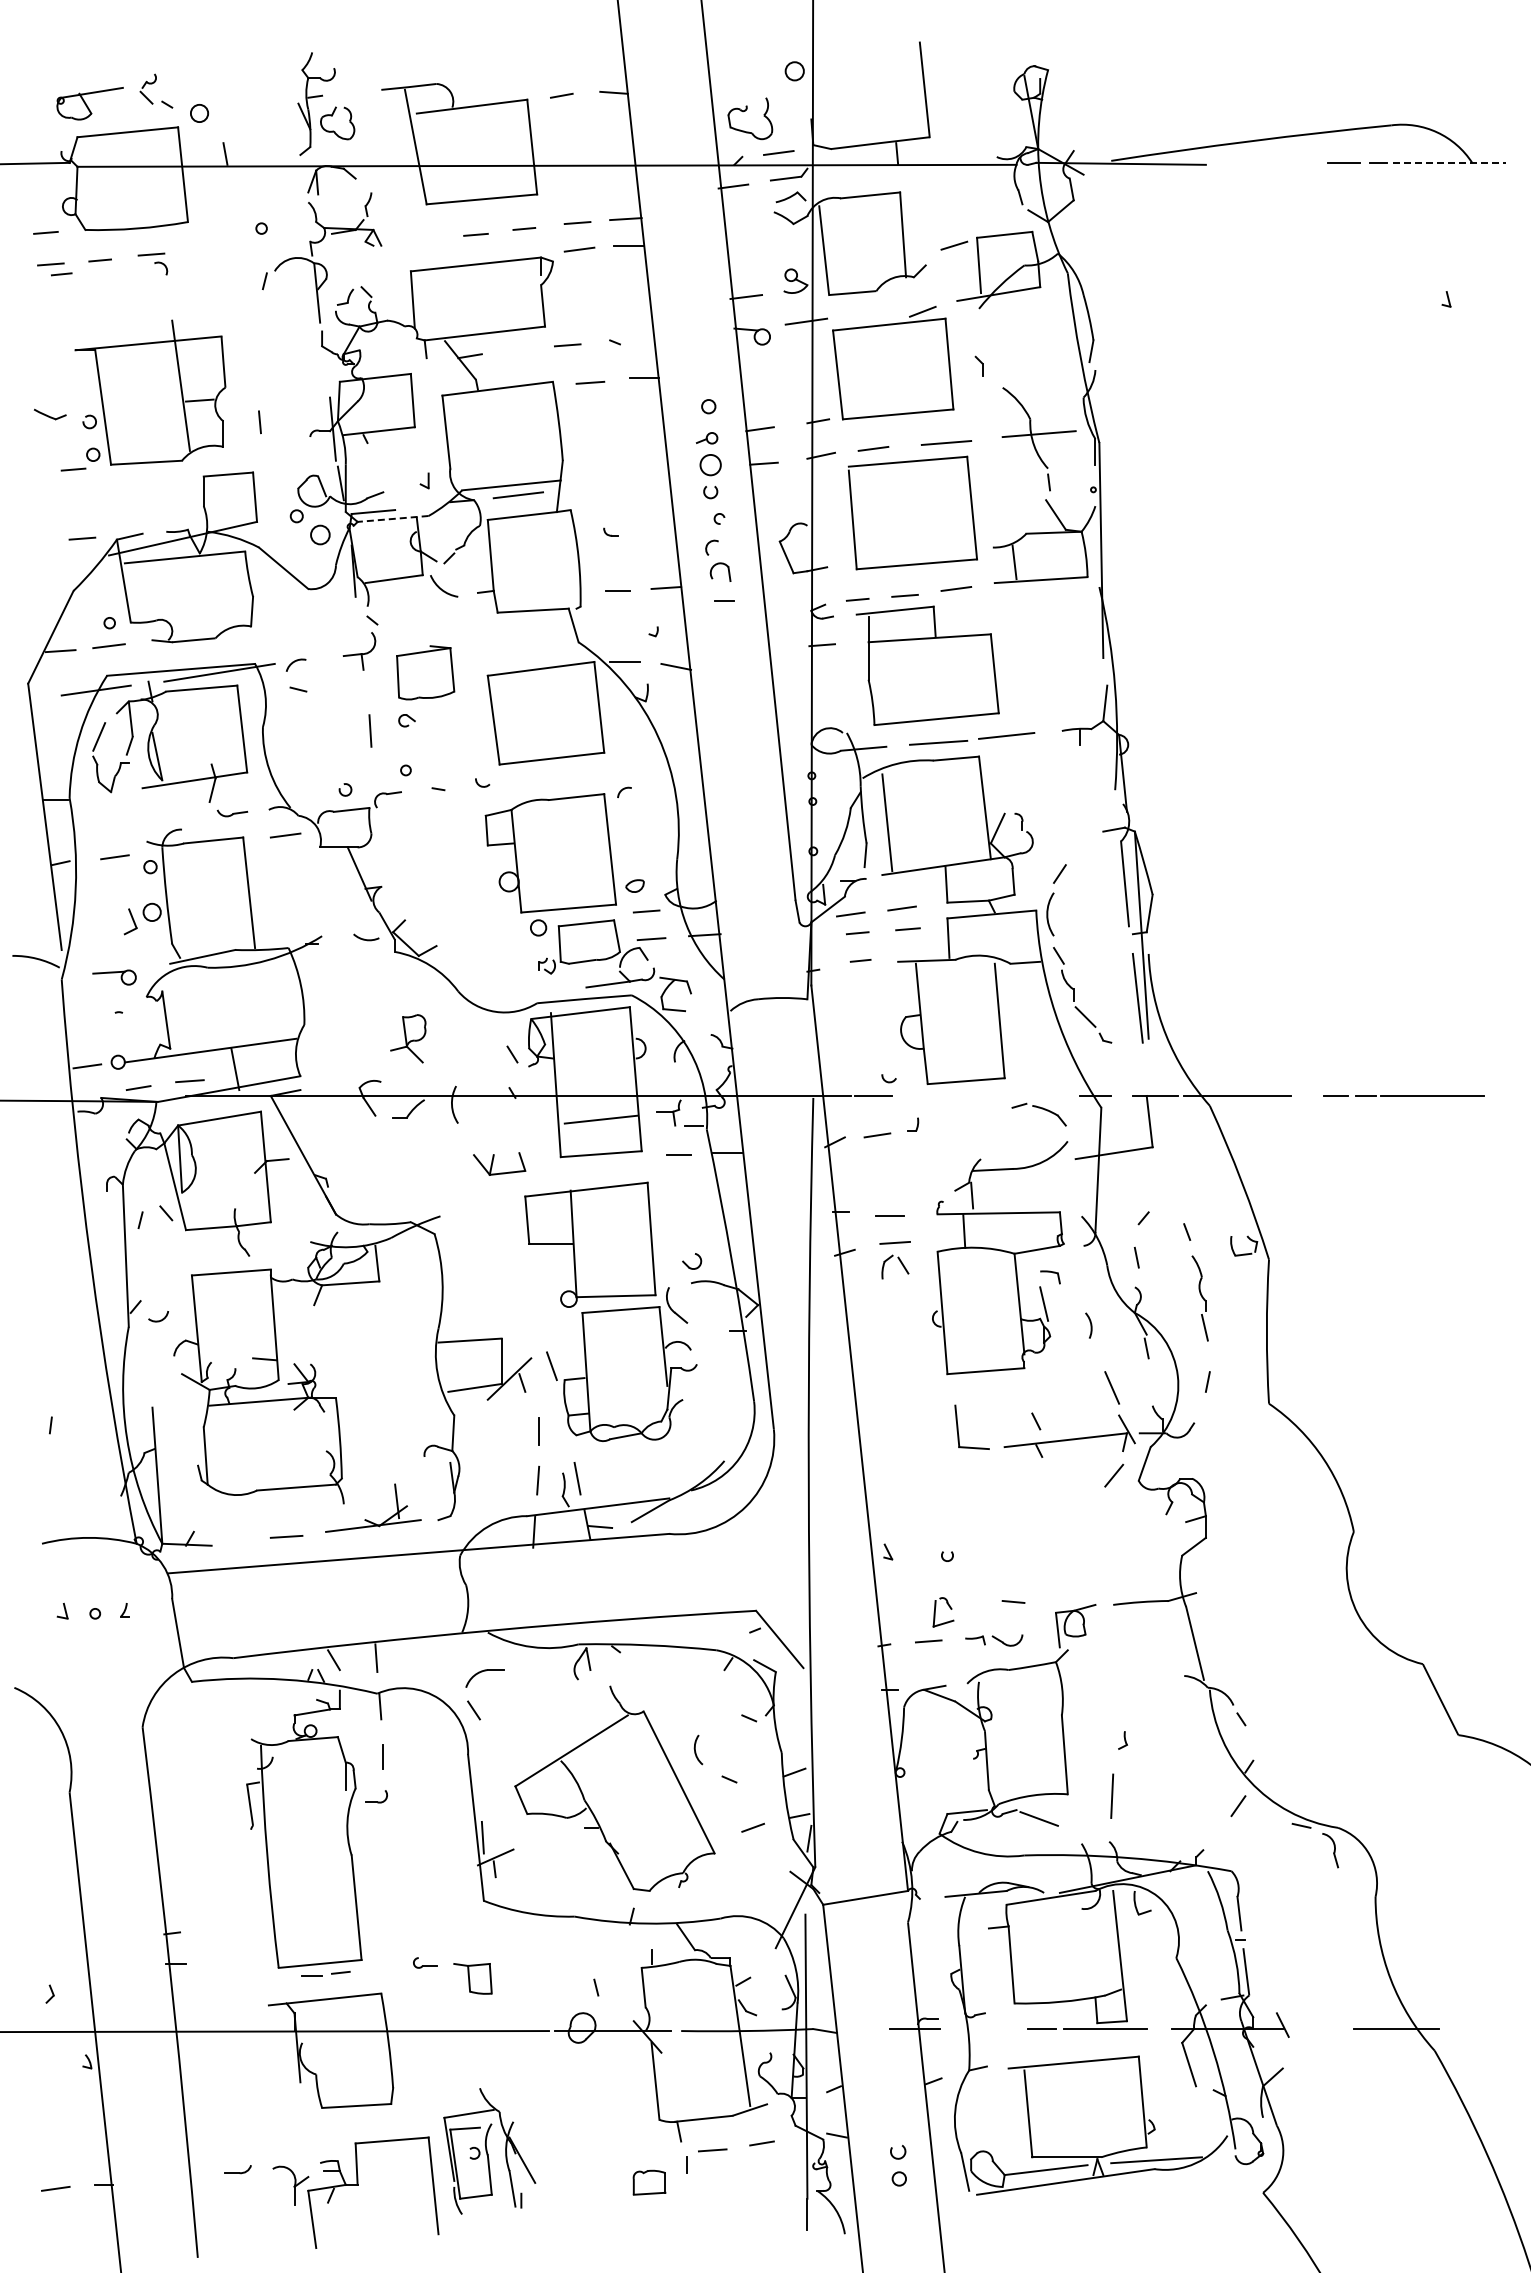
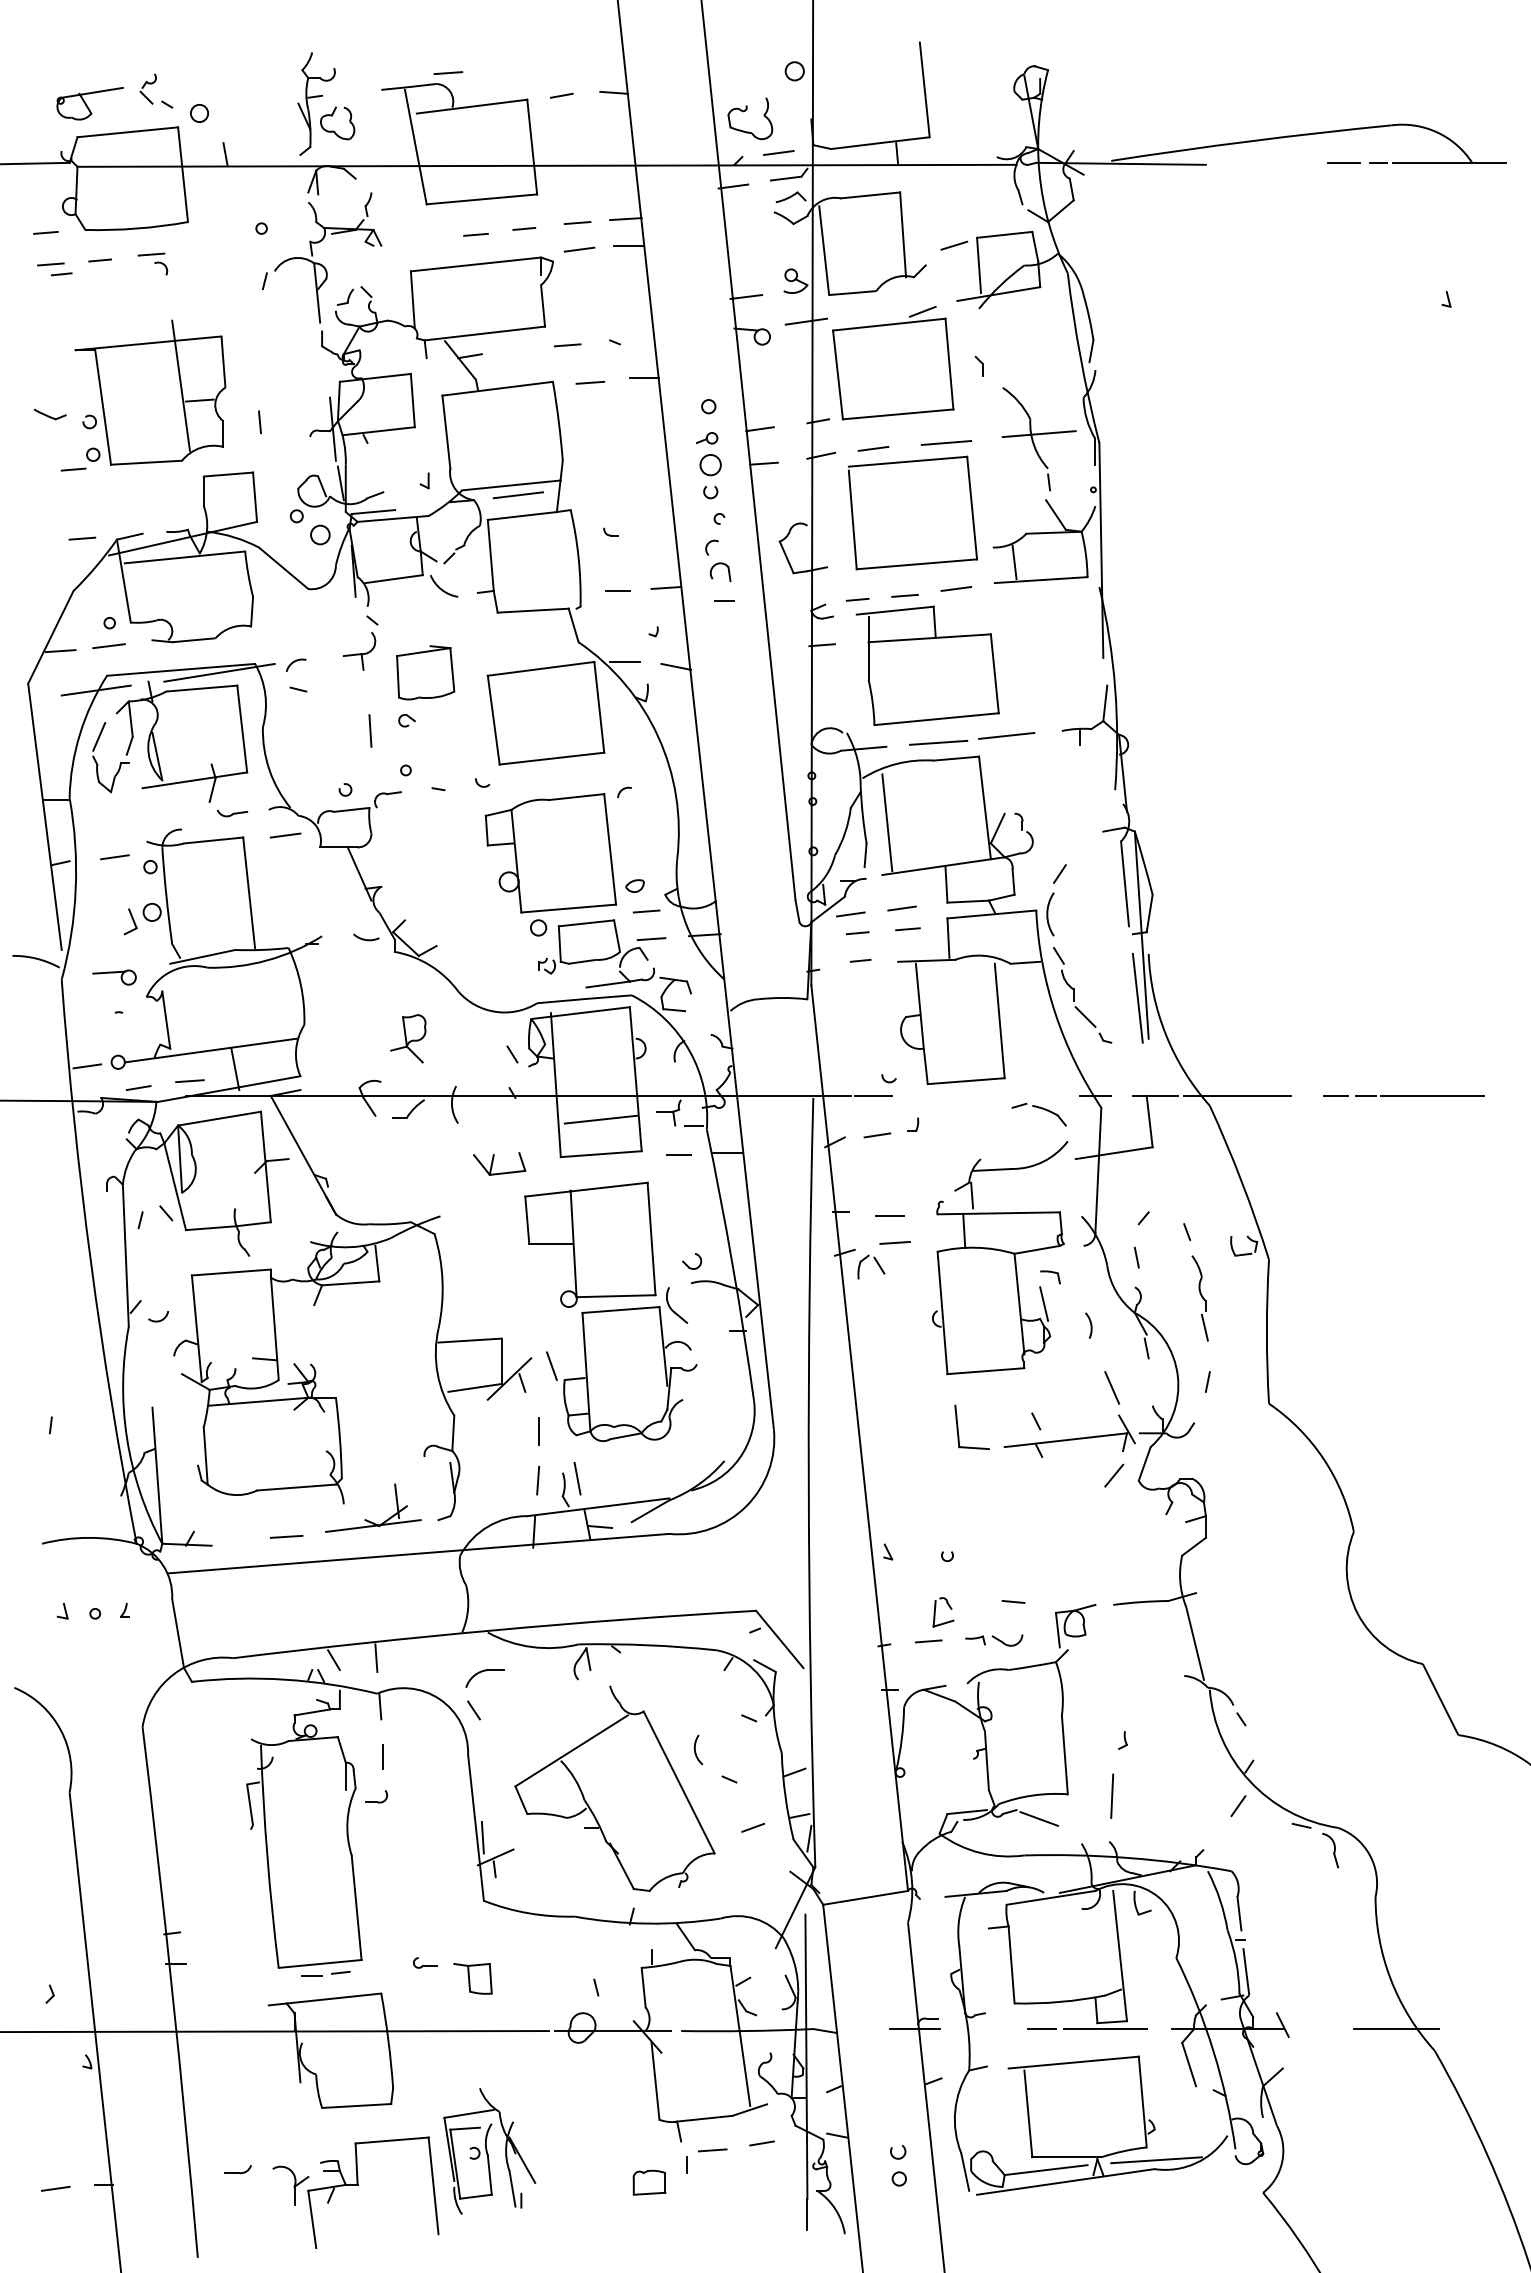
line at (448, 73): none -> present
line at (1450, 162): dashed -> solid
line at (393, 518): dashed -> solid
part at (901, 1264) position: (901, 1264) -> (877, 1264)
